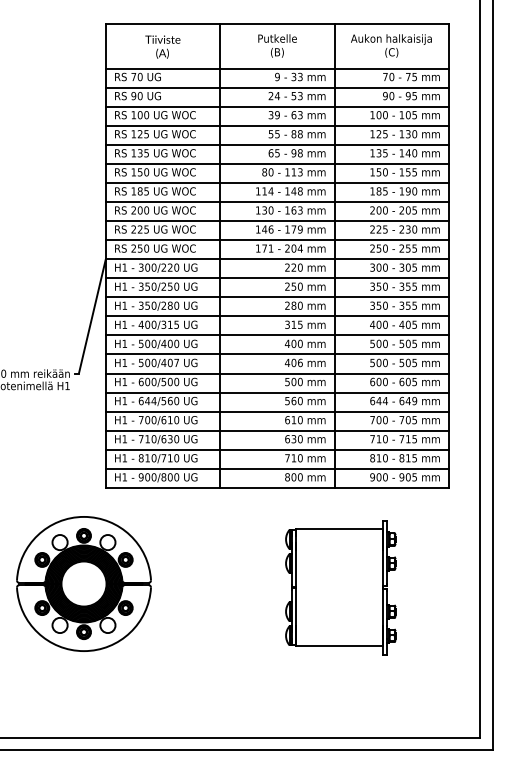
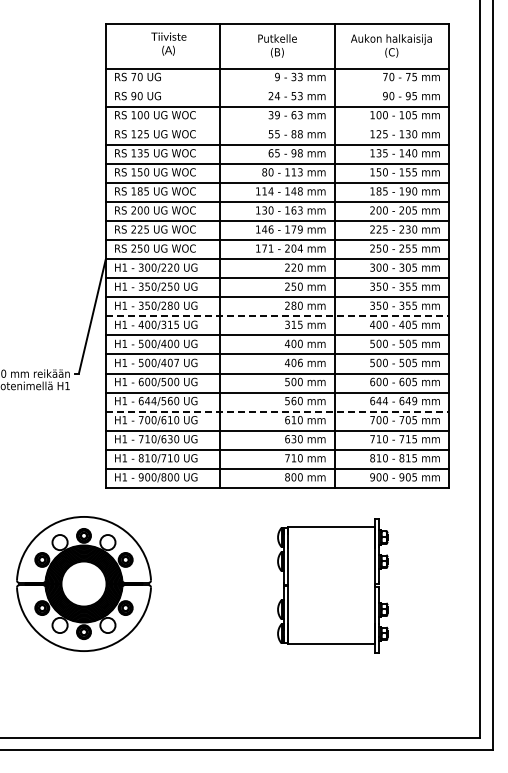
text at (162, 46) position: (162, 46) -> (168, 43)
line at (276, 87): present -> none
line at (276, 125): present -> none
line at (277, 316): solid -> dashed
line at (277, 411): solid -> dashed
part at (340, 587) position: (340, 587) -> (332, 585)
